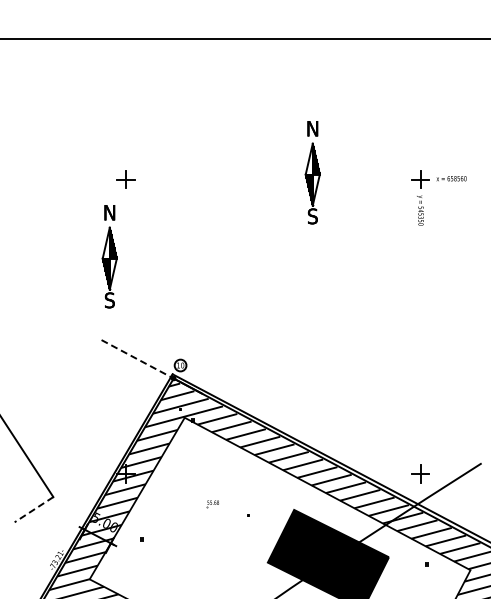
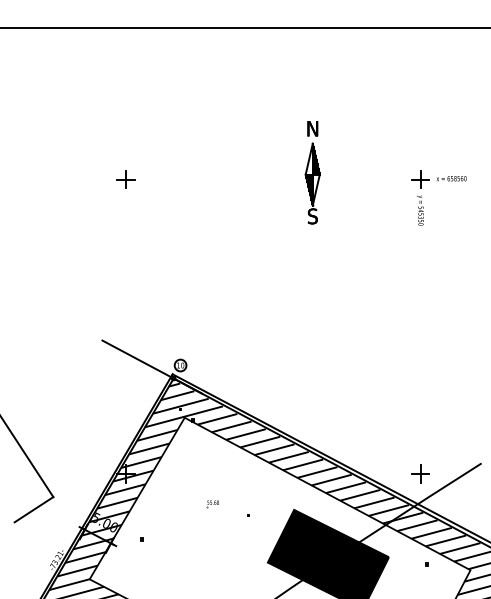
line at (244, 39) position: (244, 39) -> (244, 28)
part at (109, 256): present -> none
line at (137, 359): dashed -> solid
line at (33, 509): dashed -> solid
